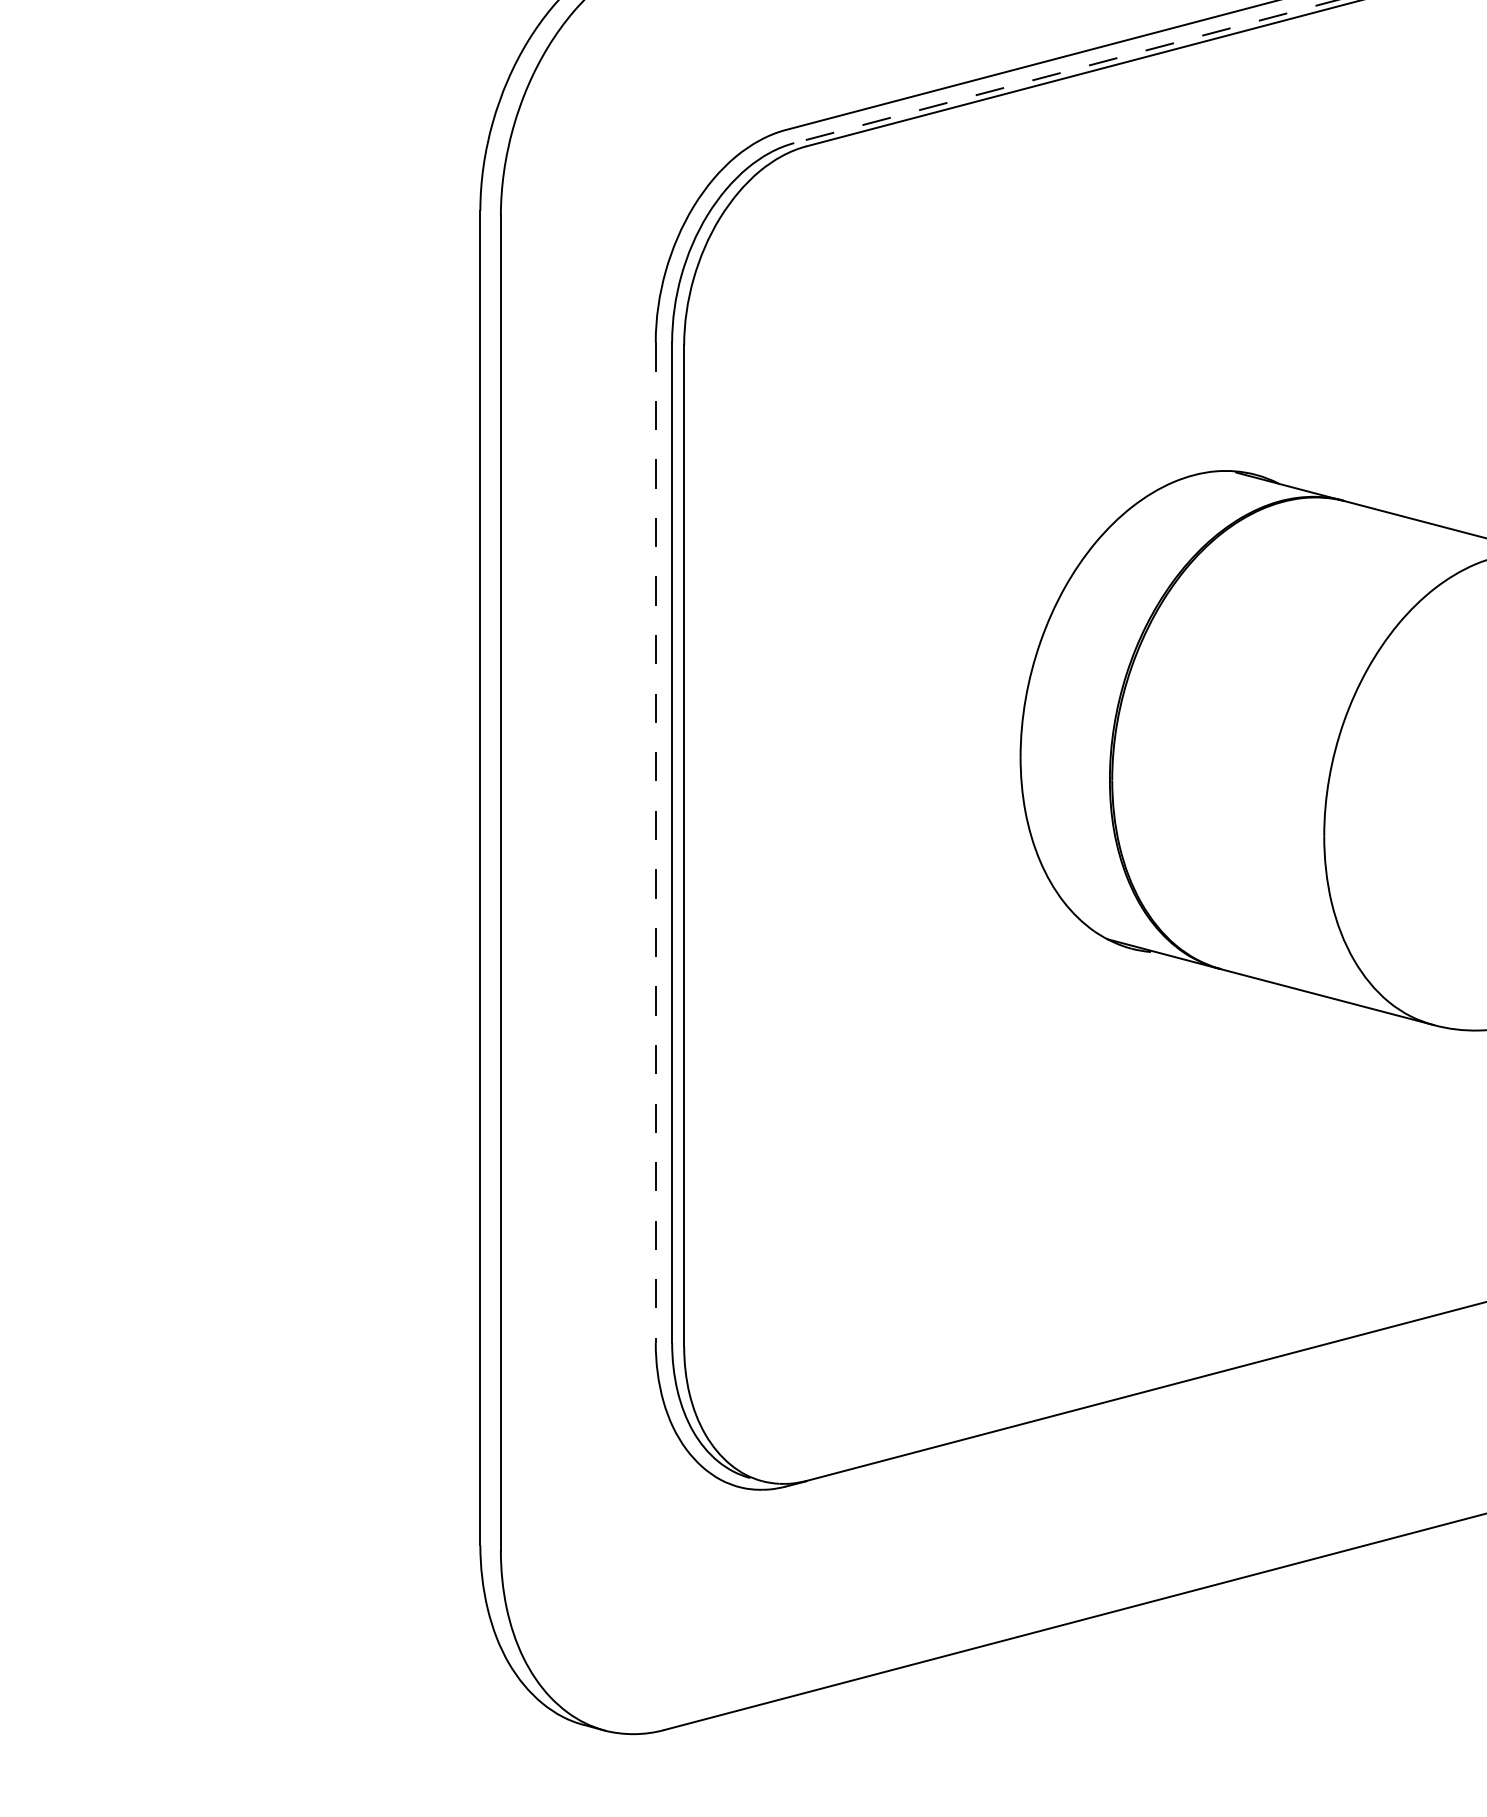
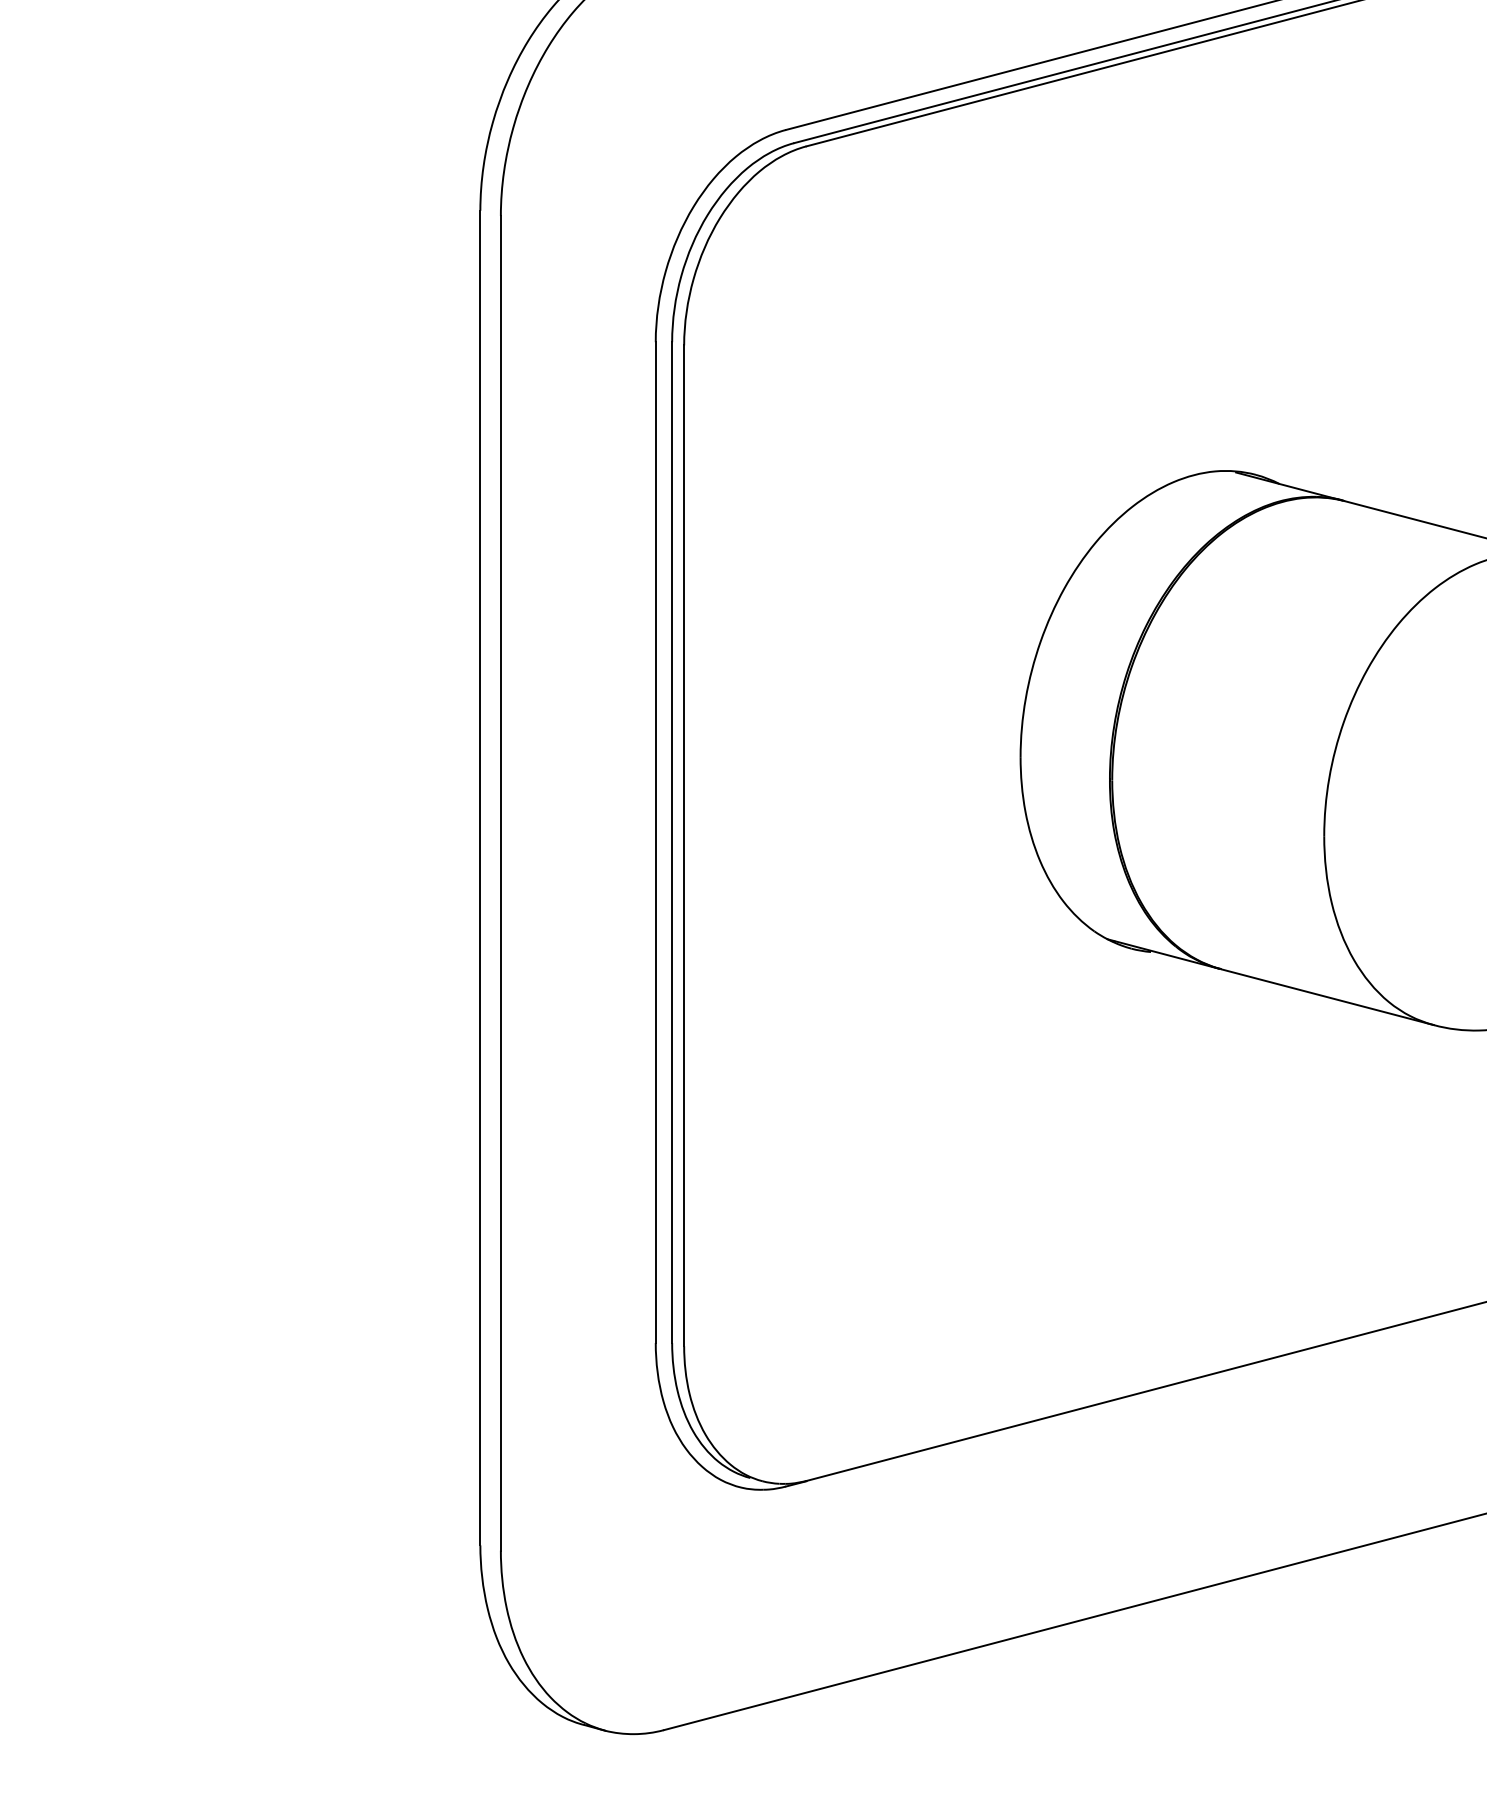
line at (1065, 71): dashed -> solid
line at (655, 843): dashed -> solid
